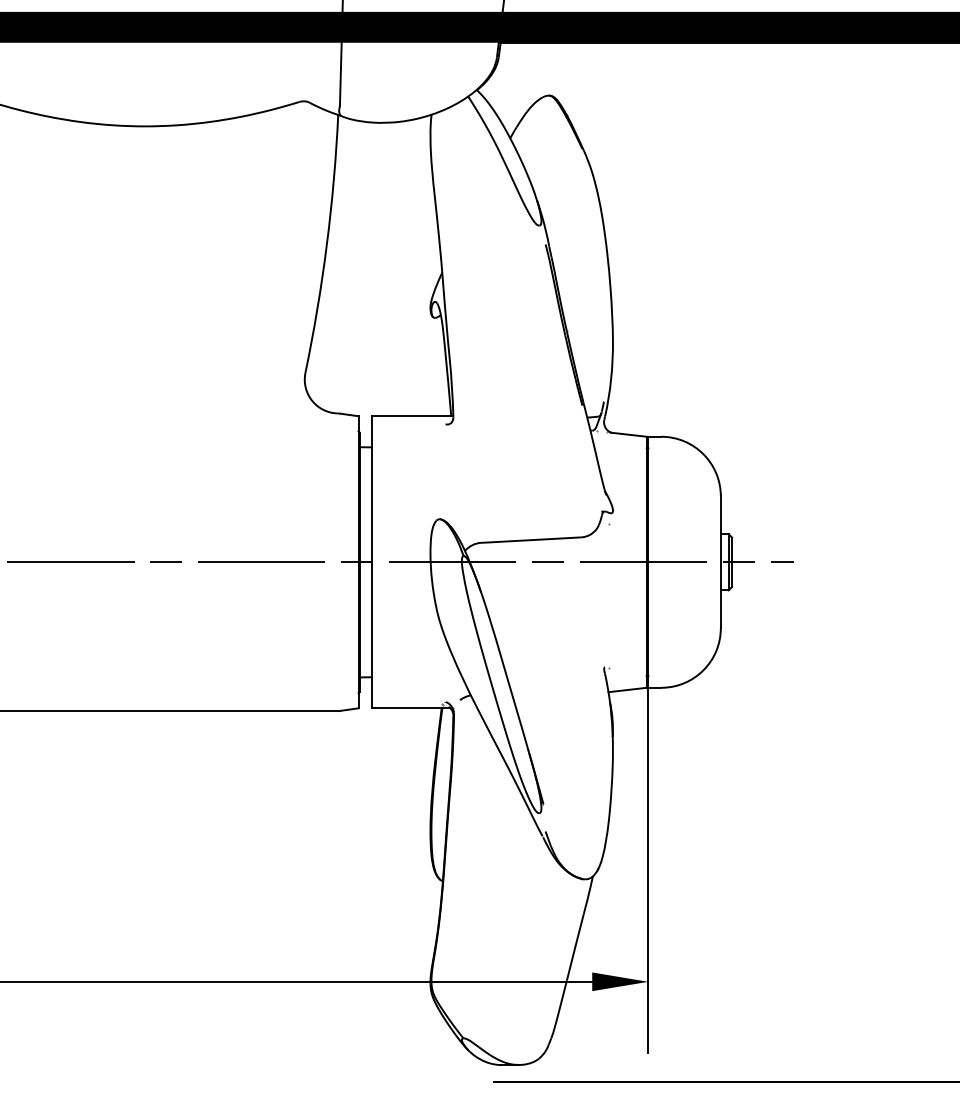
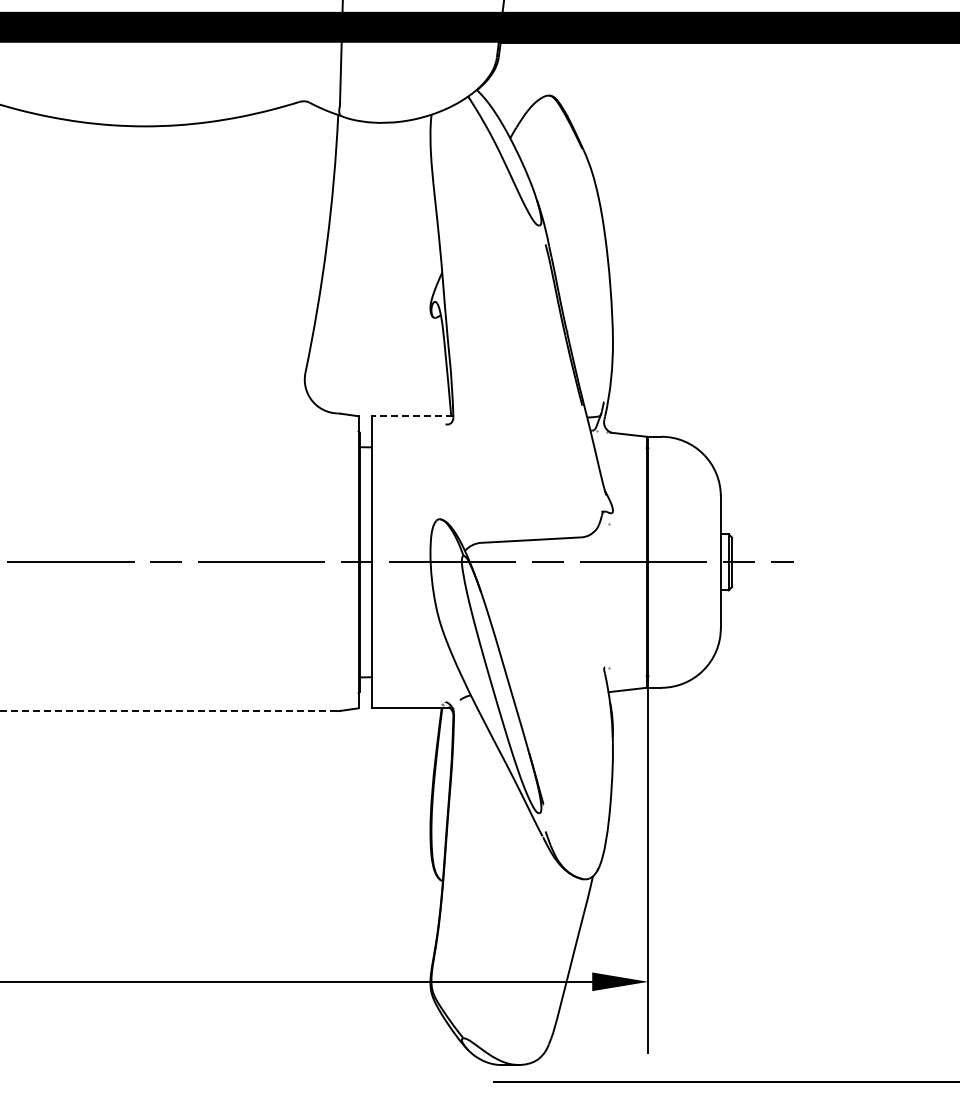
line at (412, 416): solid -> dashed
line at (168, 711): solid -> dashed
